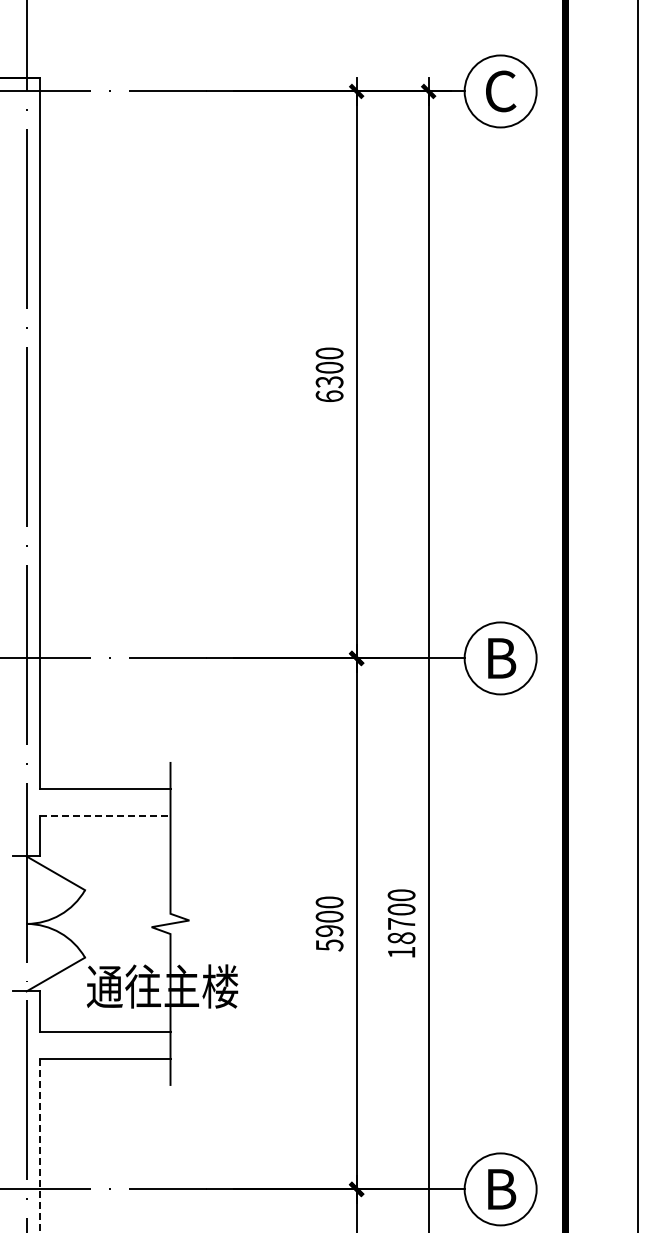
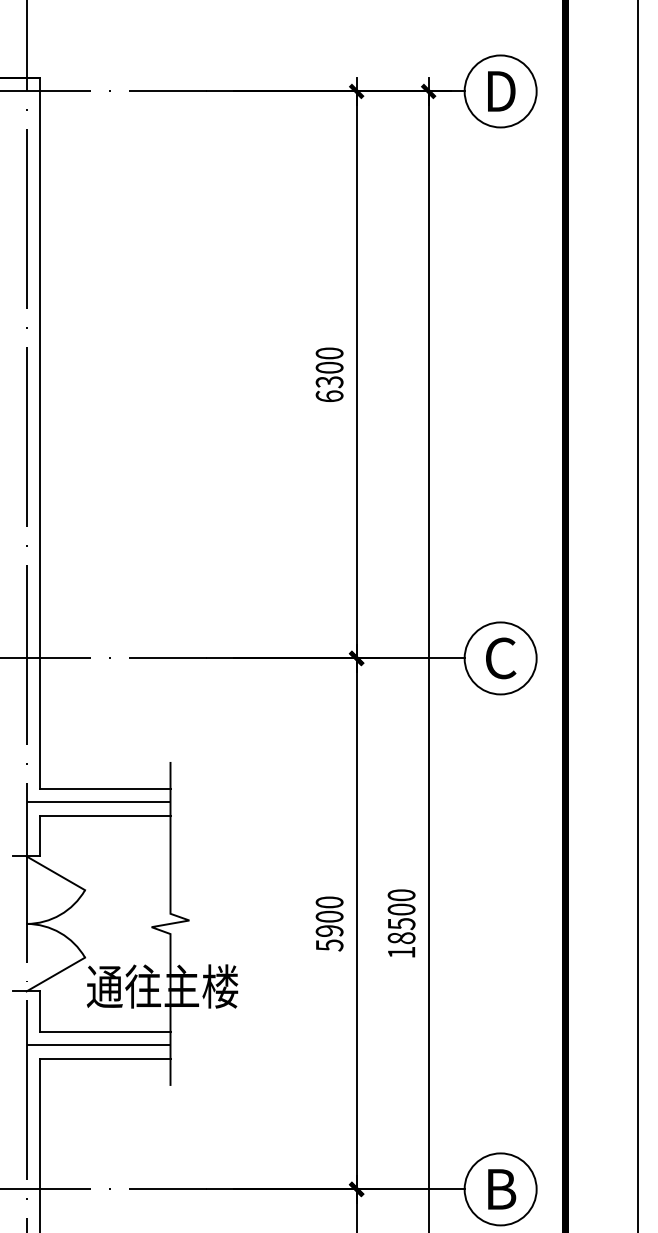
text at (501, 91): C -> D
text at (501, 658): B -> C
line at (98, 802): none -> present
line at (105, 815): dashed -> solid
text at (401, 924): 18700 -> 18500
line at (98, 1045): none -> present
line at (40, 1145): dashed -> solid
